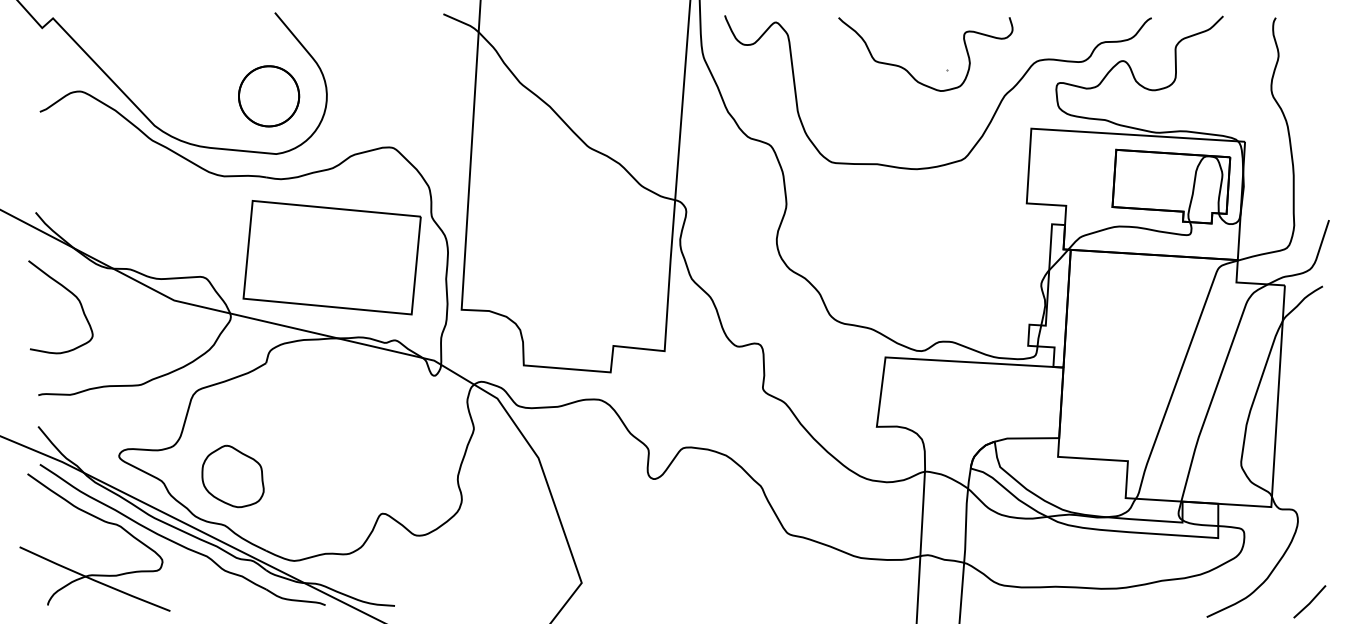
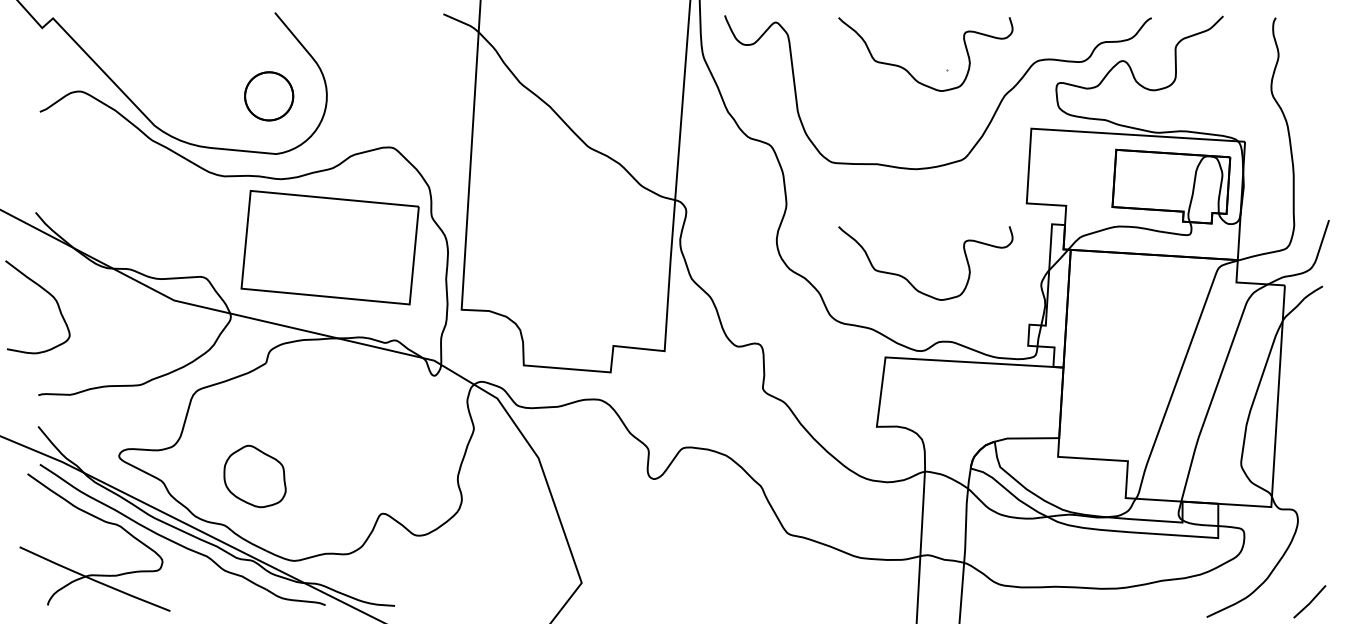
part at (269, 96) size: 63x63 px -> 51x51 px
part at (331, 257) position: (331, 257) -> (329, 247)
curve at (908, 280): none -> present
curve at (70, 293) position: (70, 293) -> (47, 293)
part at (232, 476) position: (232, 476) -> (254, 476)
